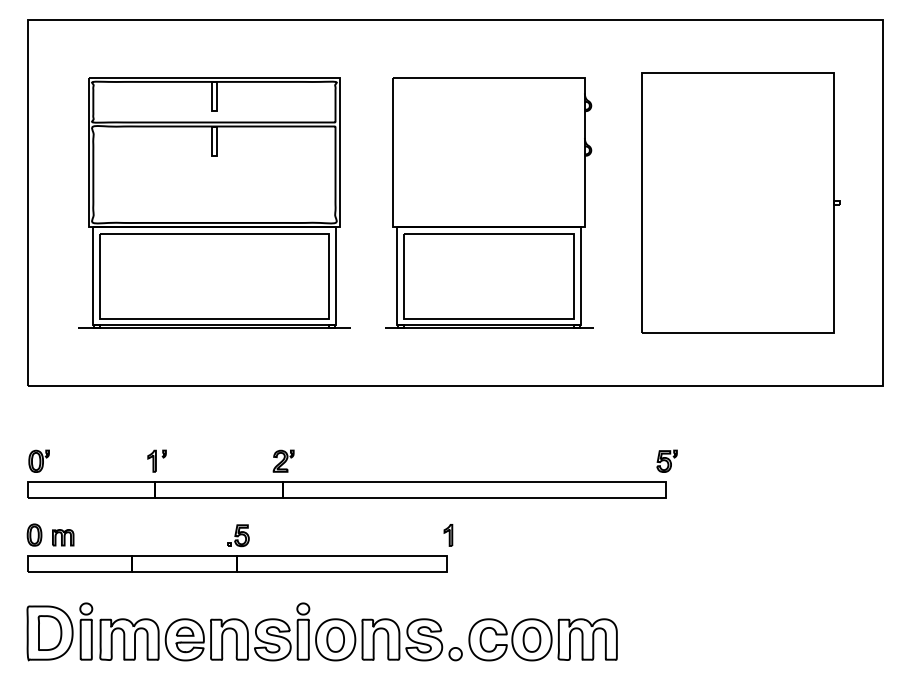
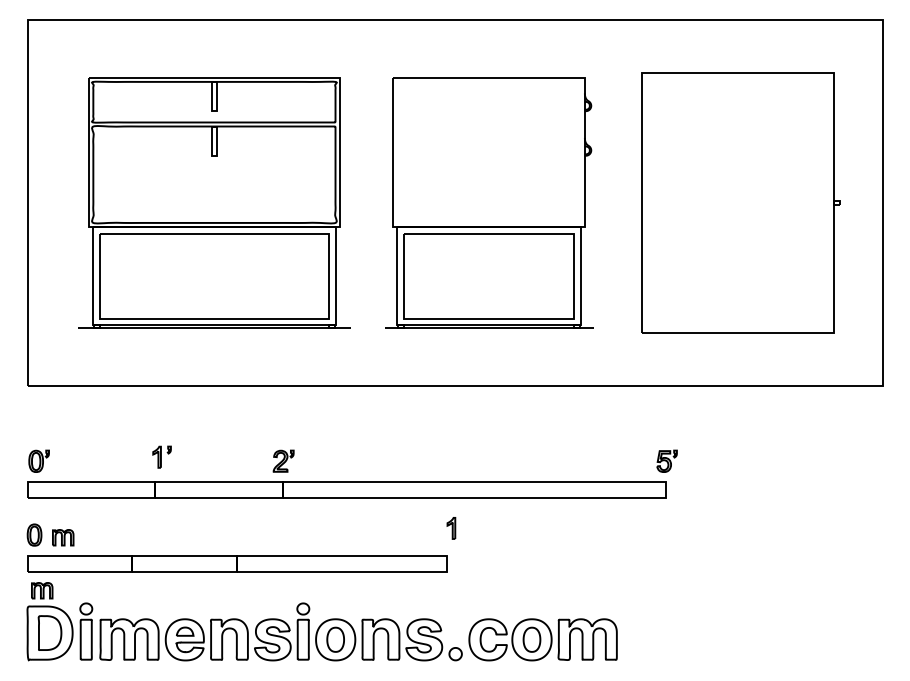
part at (156, 460) position: (156, 460) -> (161, 456)
part at (238, 535): present -> none
part at (448, 535) position: (448, 535) -> (451, 528)
part at (42, 590): none -> present
